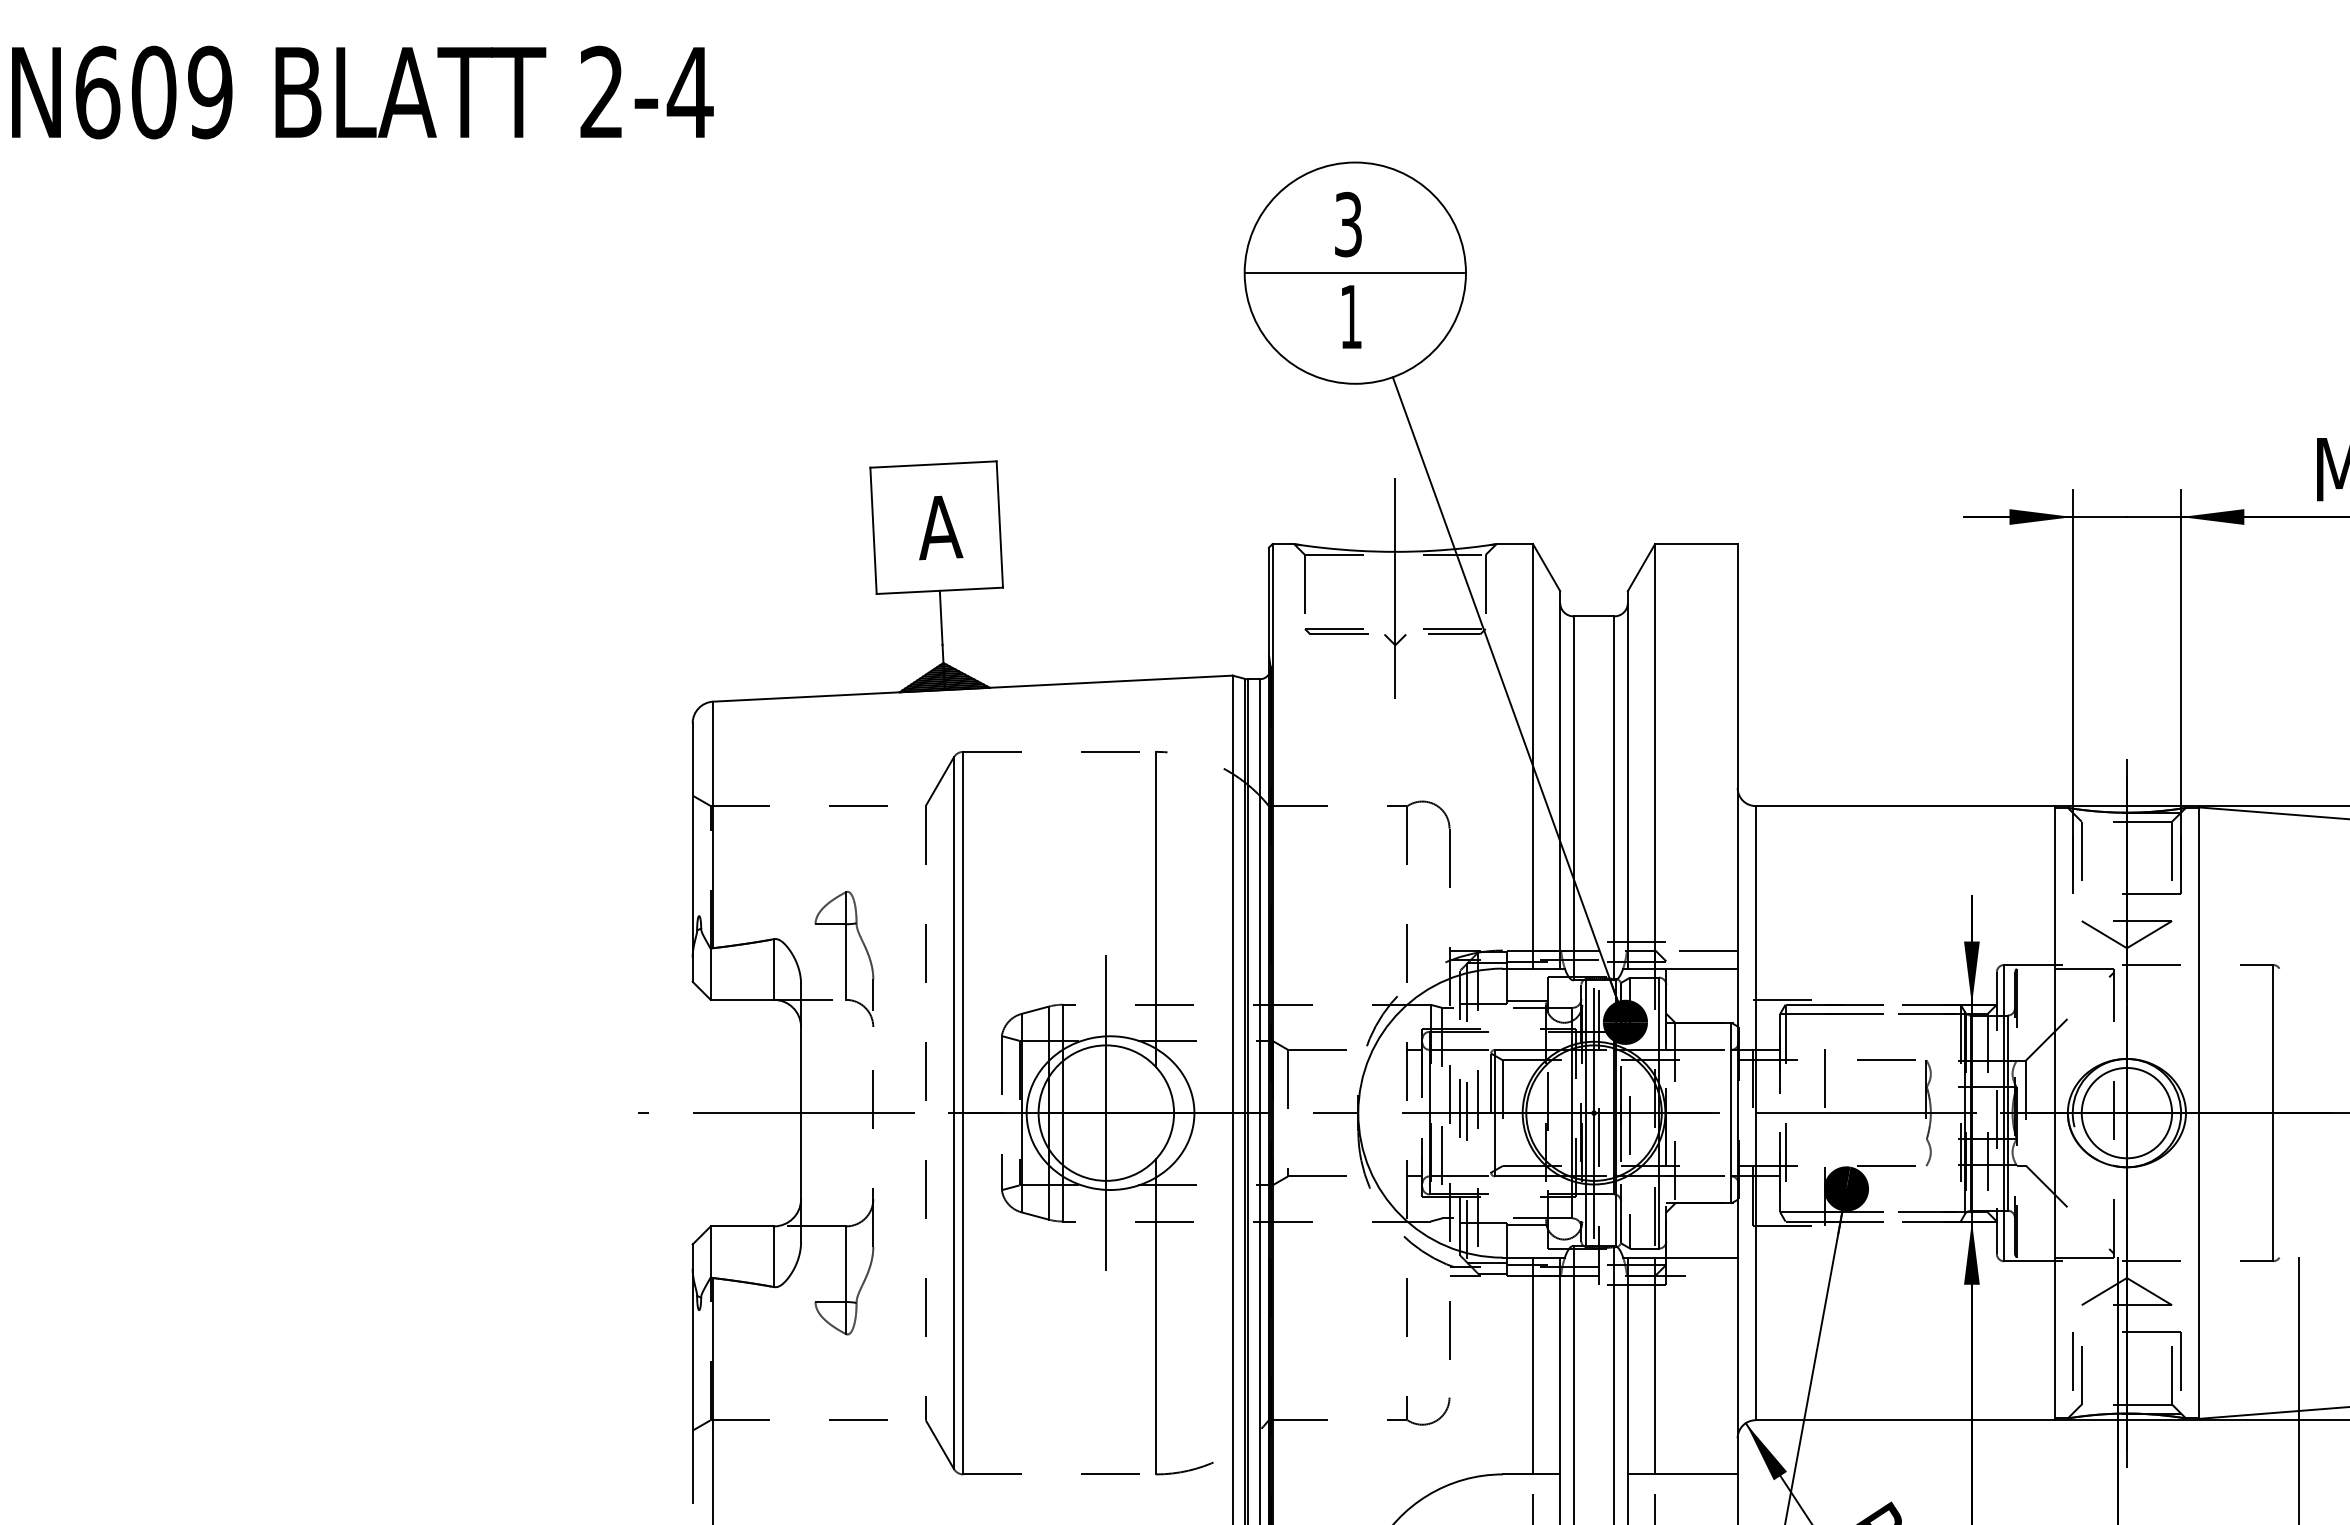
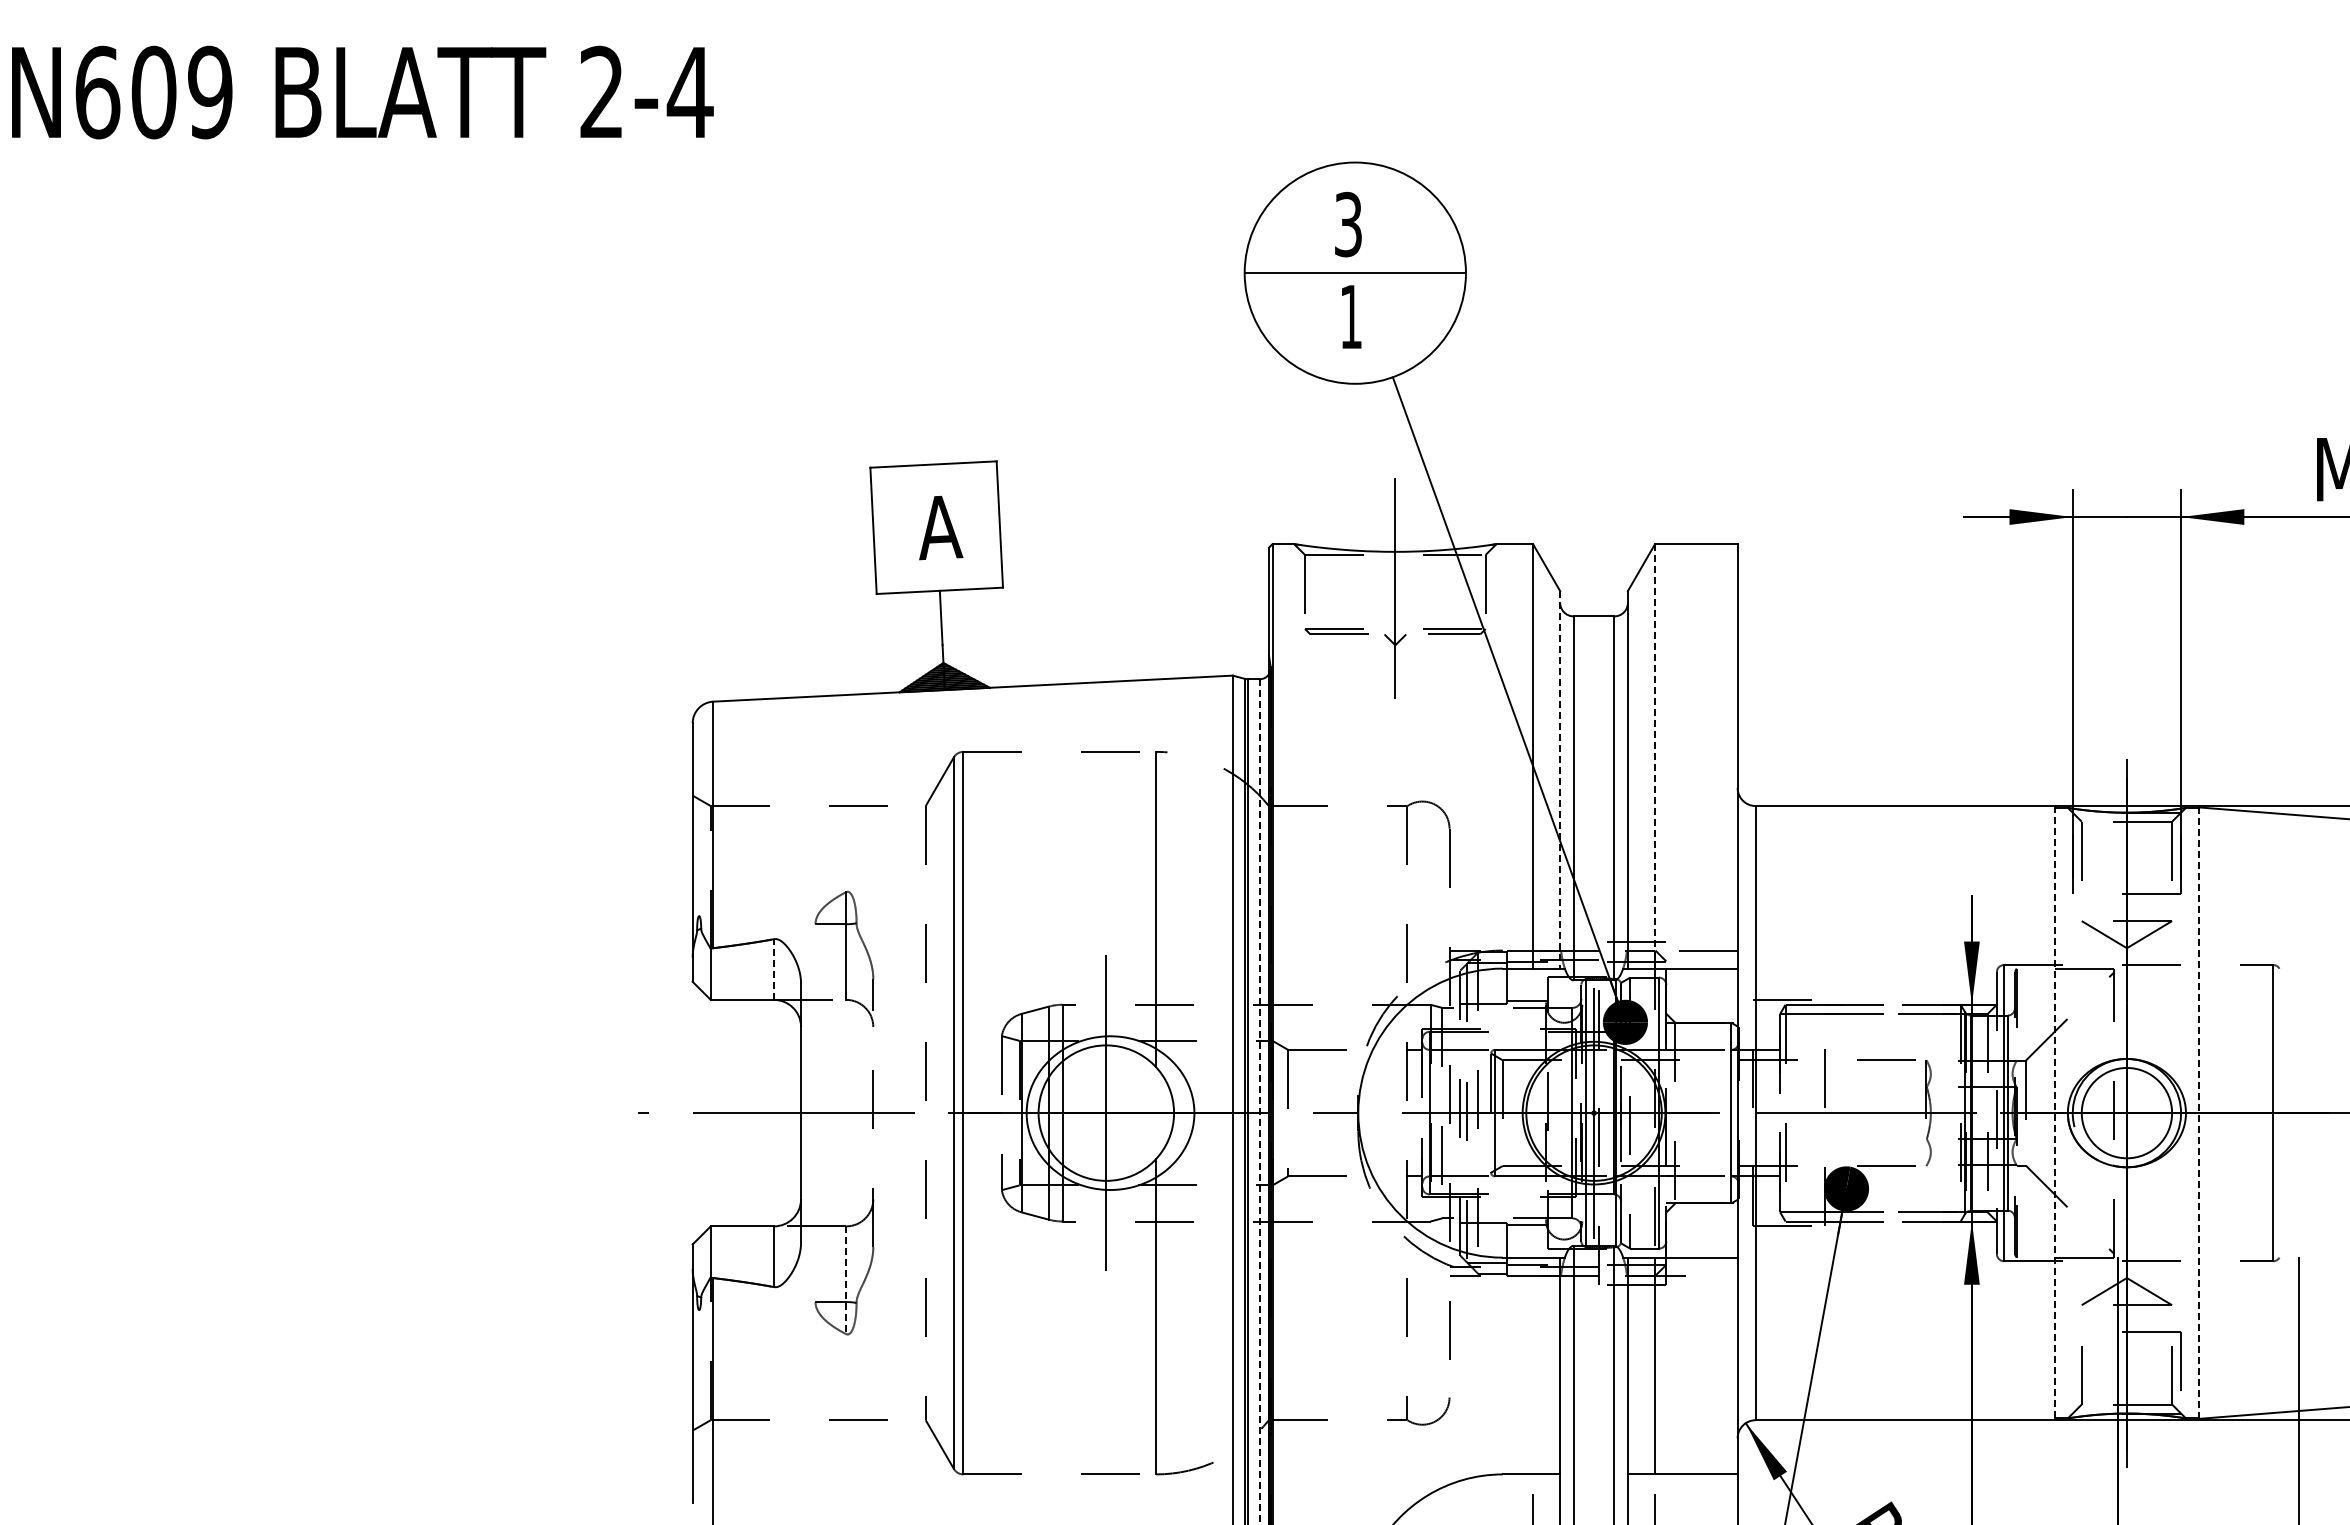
line at (1655, 756): solid -> dashed
line at (1560, 779): solid -> dashed
line at (773, 969): solid -> dashed
line at (1259, 1102): solid -> dashed
line at (2054, 1113): solid -> dashed
line at (2199, 1113): solid -> dashed
line at (846, 1280): solid -> dashed
line at (2072, 1361): present -> none
line at (1533, 1365): present -> none
